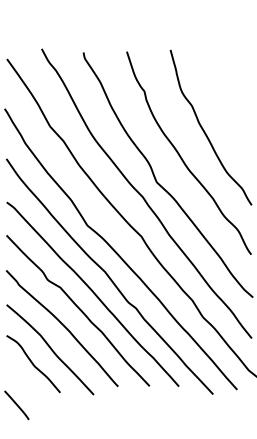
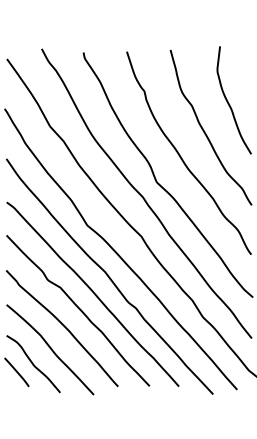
curve at (229, 103): none -> present
line at (16, 405) position: (16, 405) -> (16, 372)
